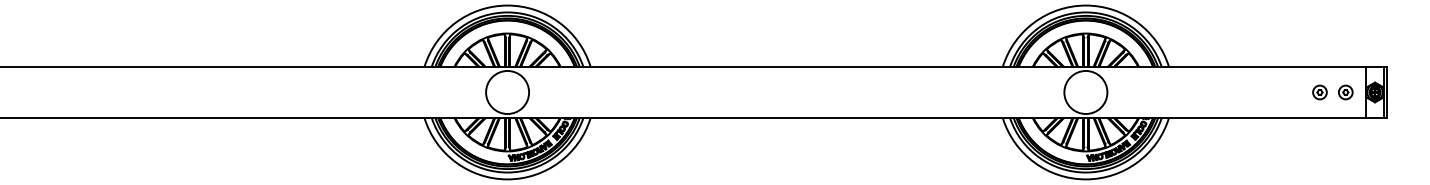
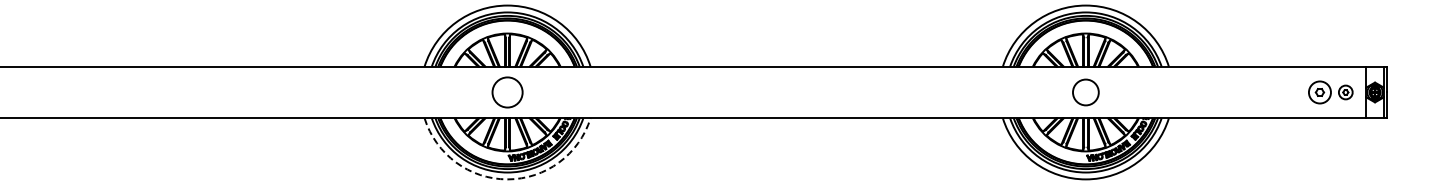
circle at (507, 92) diameter: 43 px -> 30 px
circle at (1085, 92) diameter: 43 px -> 26 px
part at (1319, 92) size: 16x17 px -> 24x25 px
arc at (507, 179): solid -> dashed
